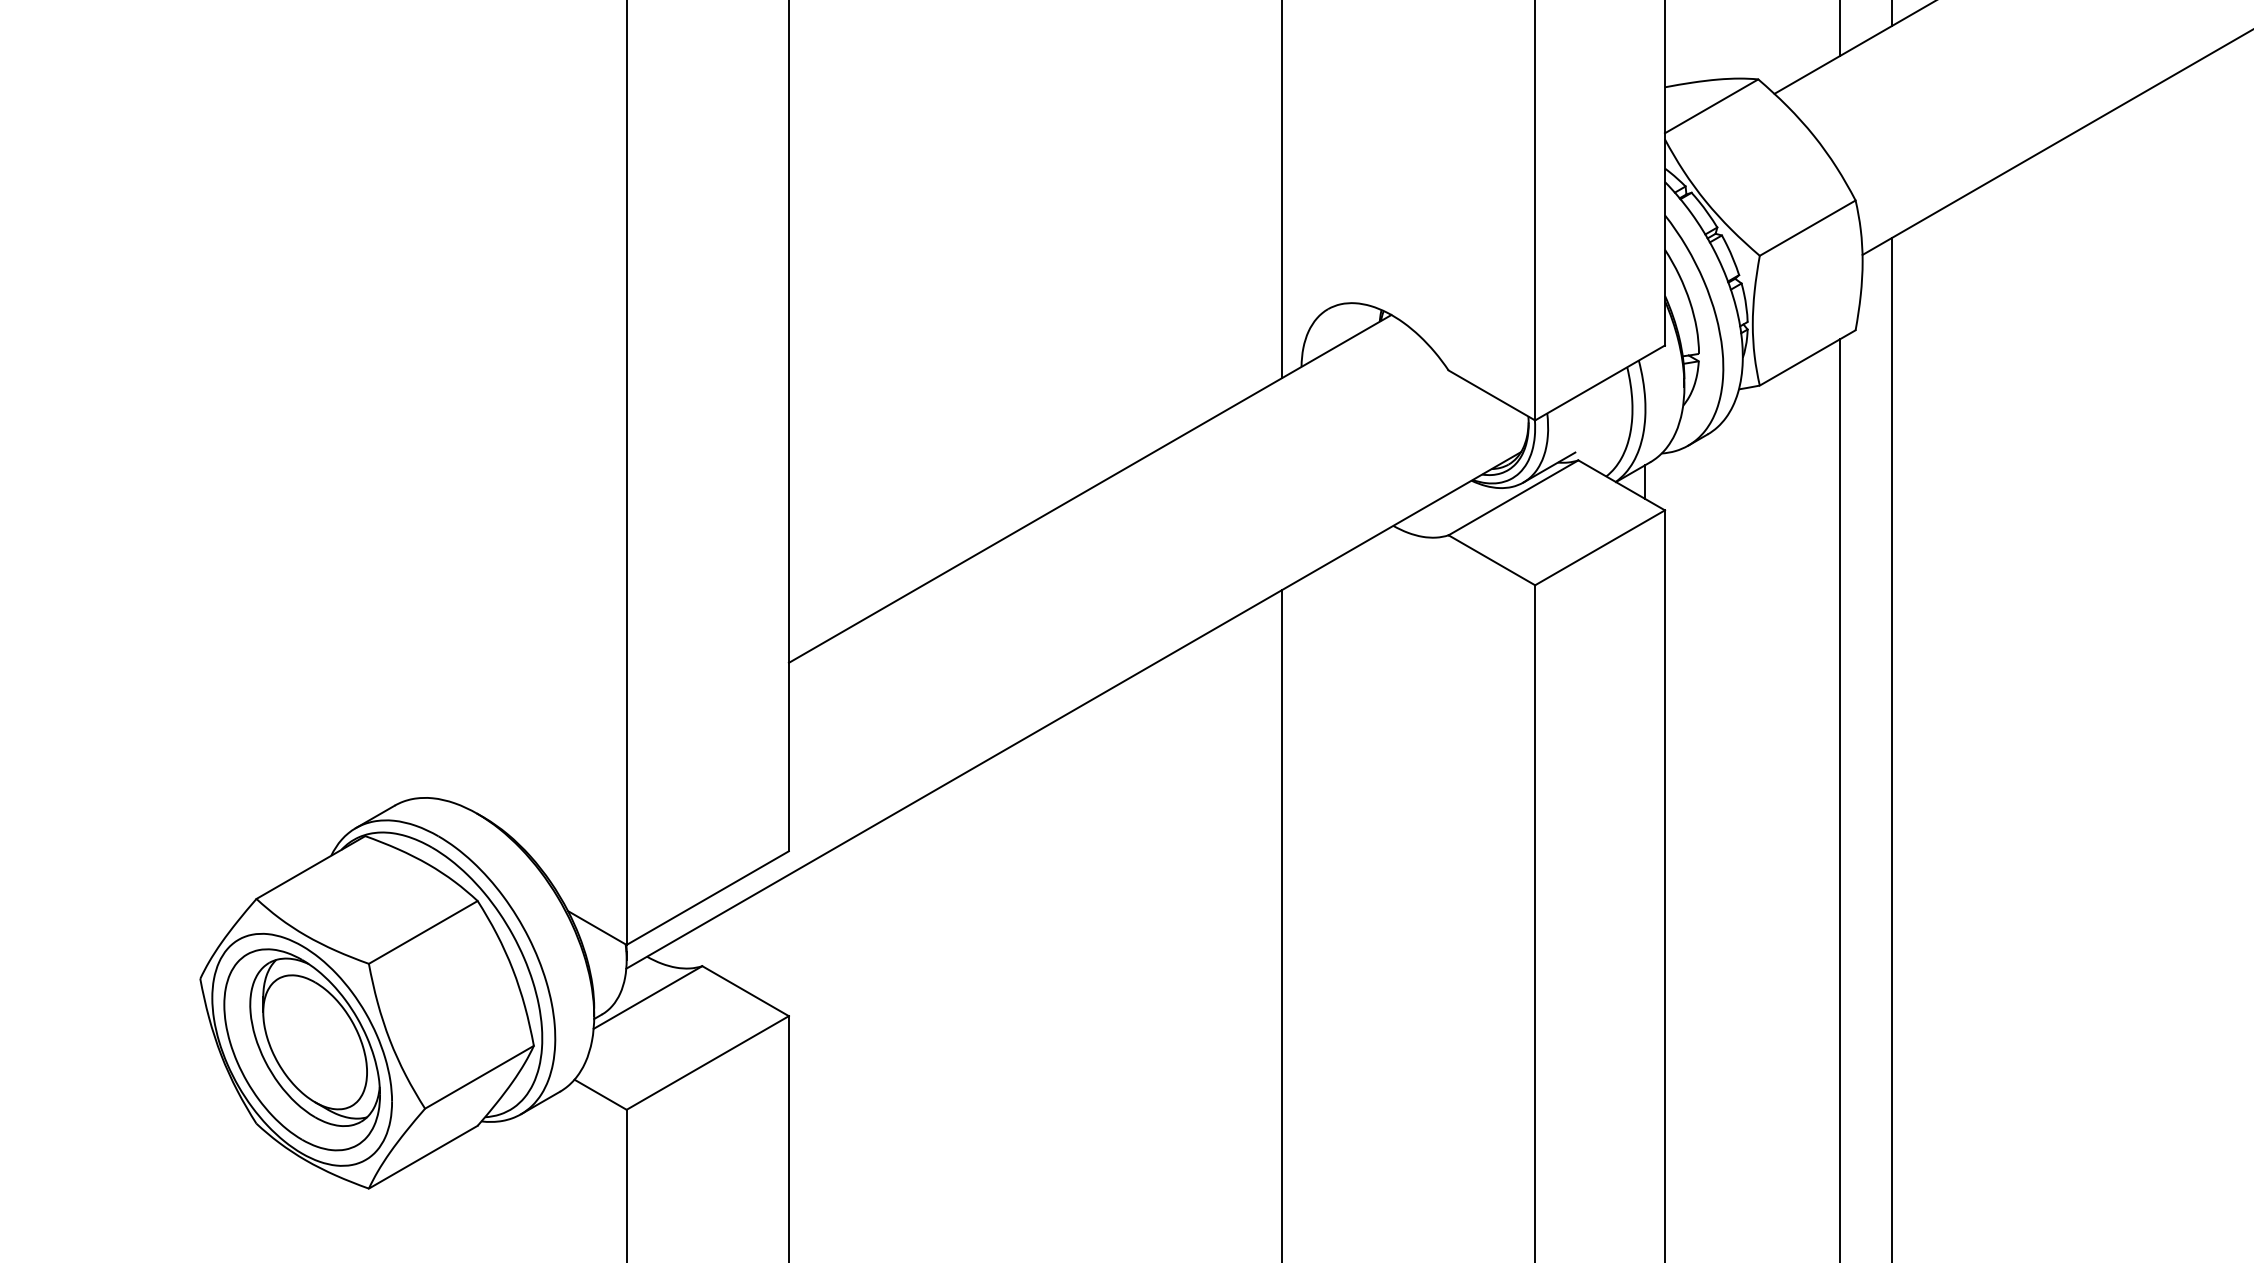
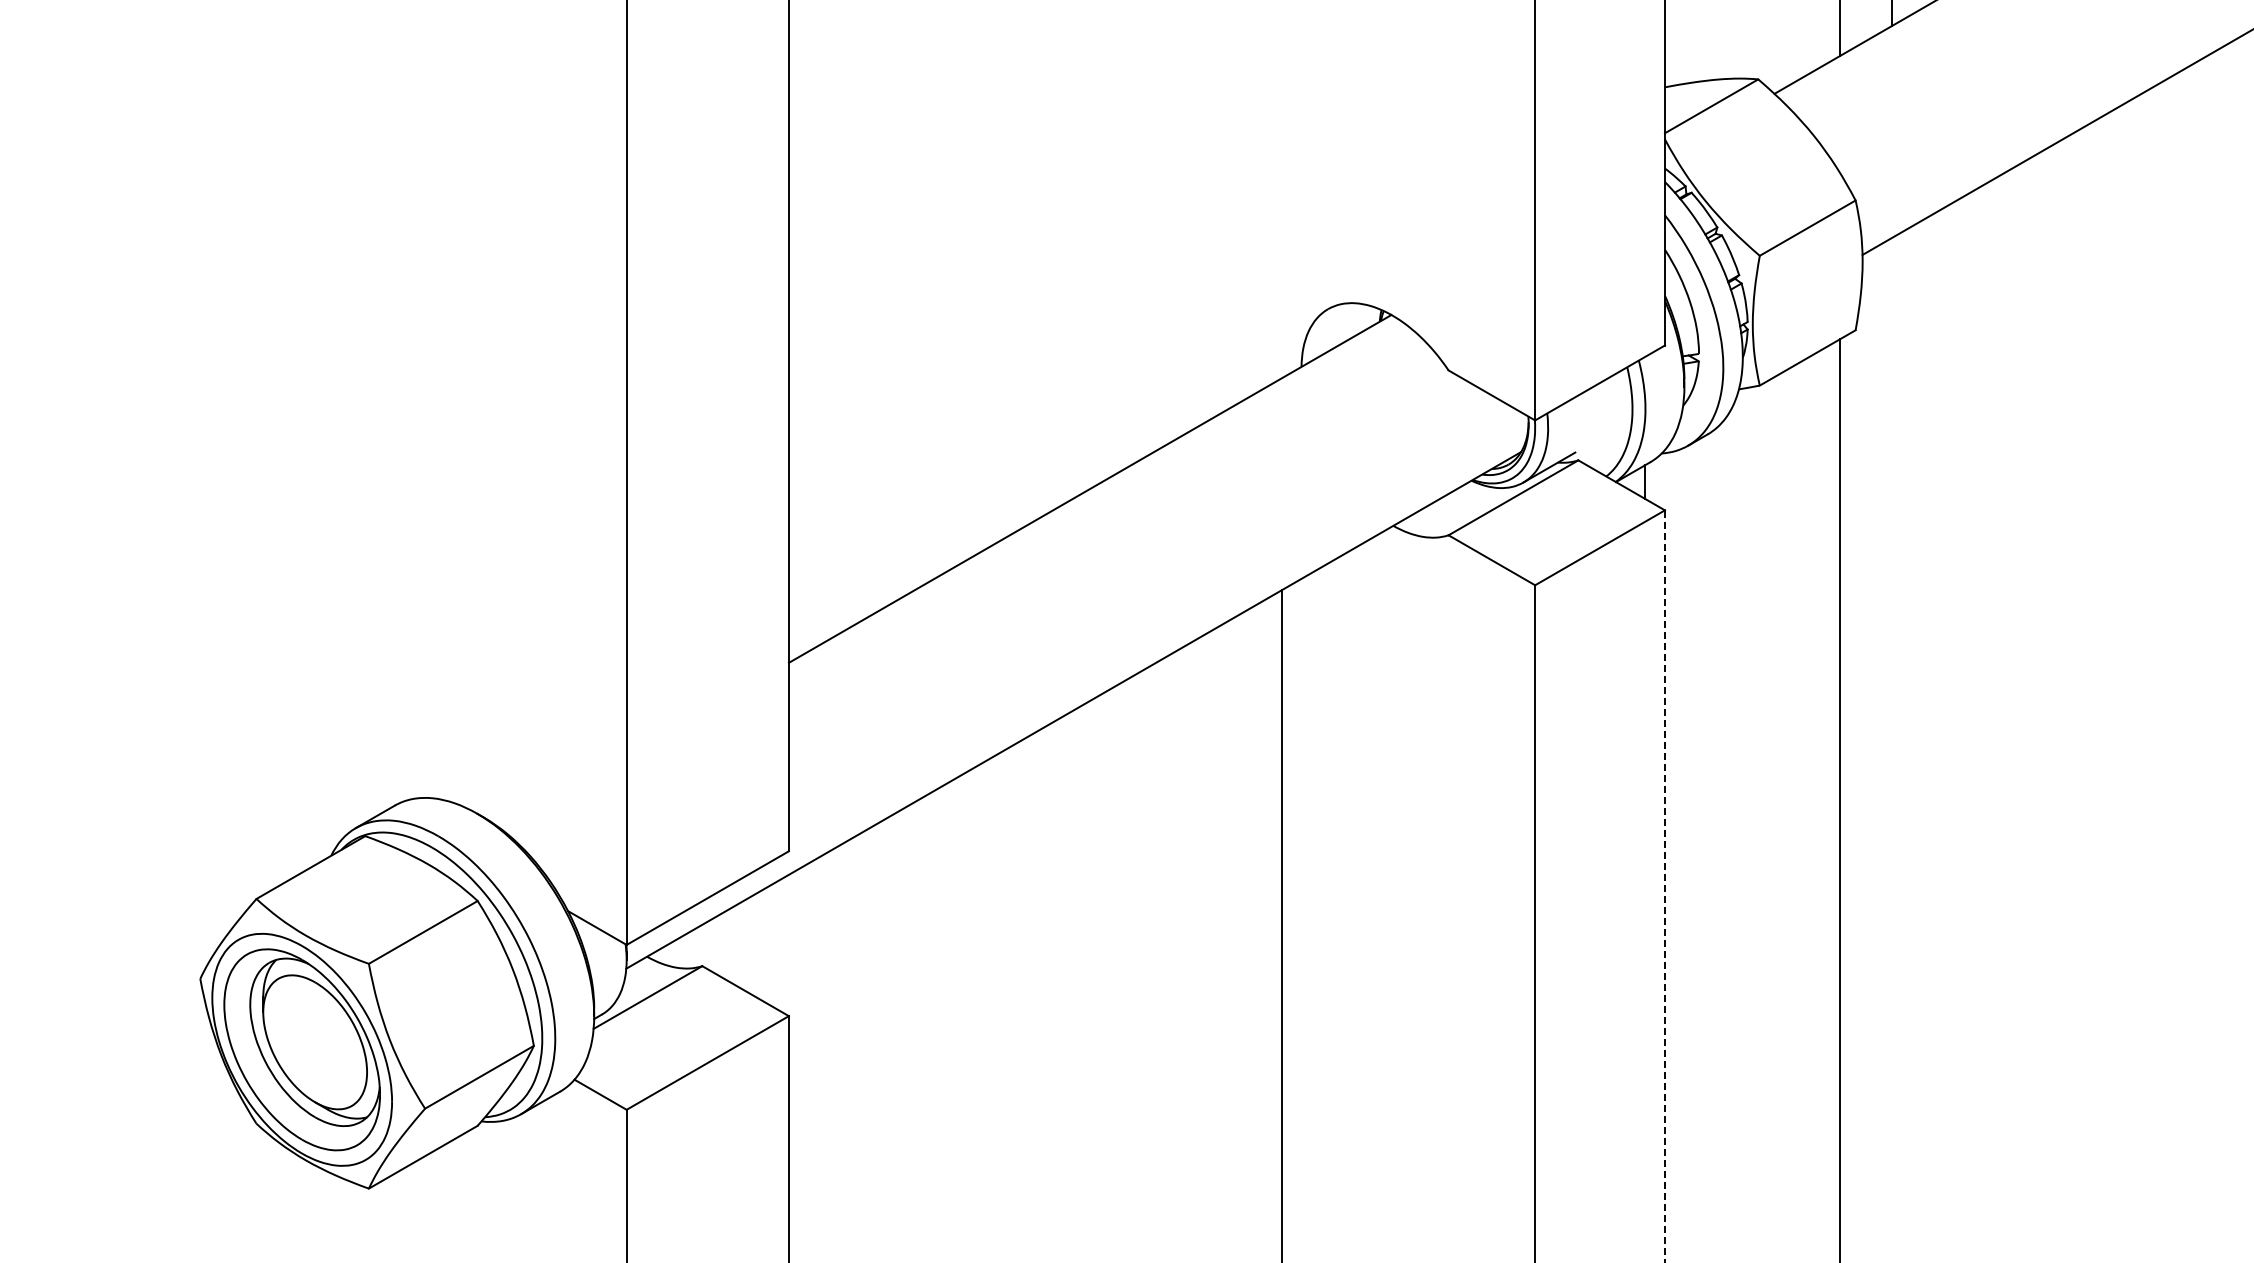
line at (1282, 190): present -> none
line at (1892, 748): present -> none
line at (1664, 886): solid -> dashed
